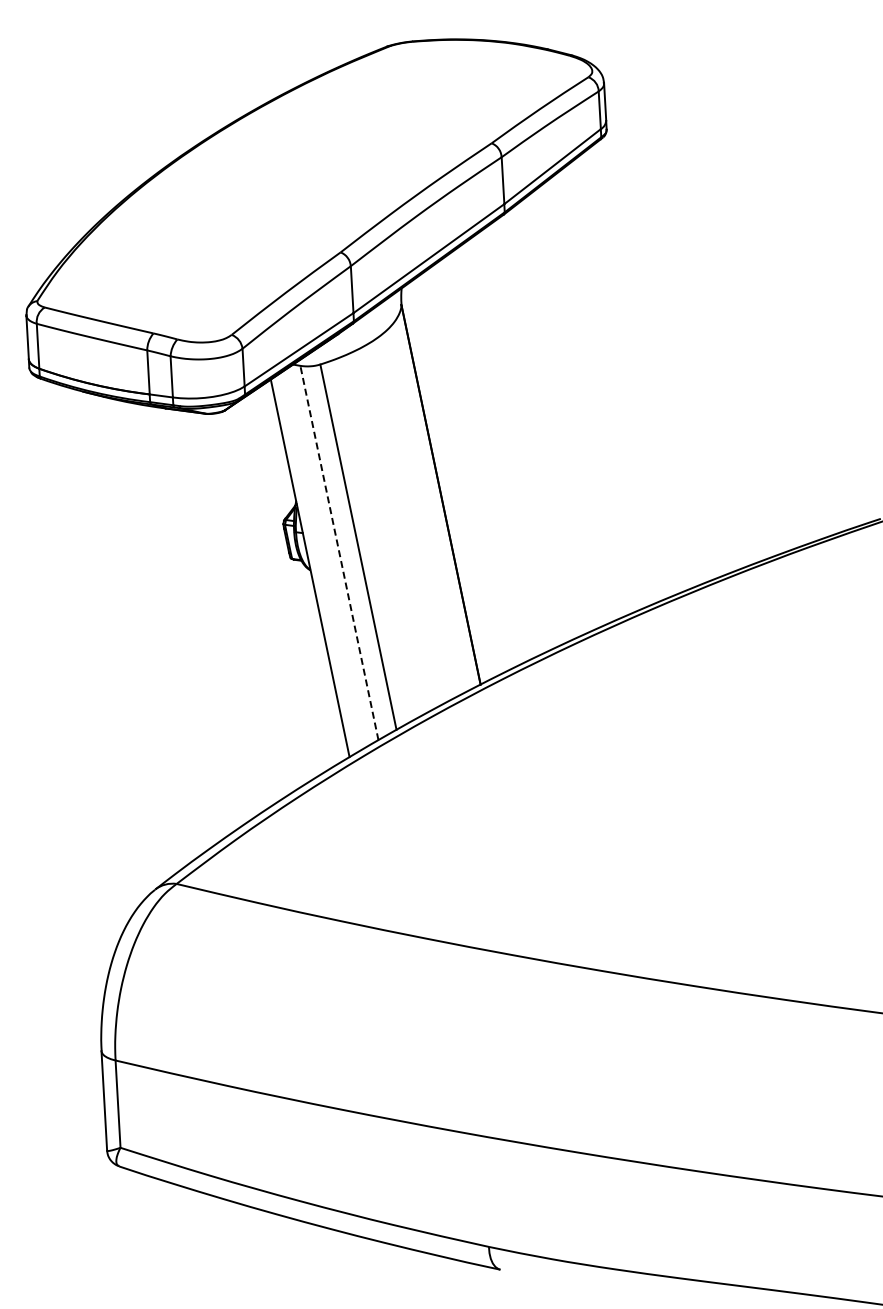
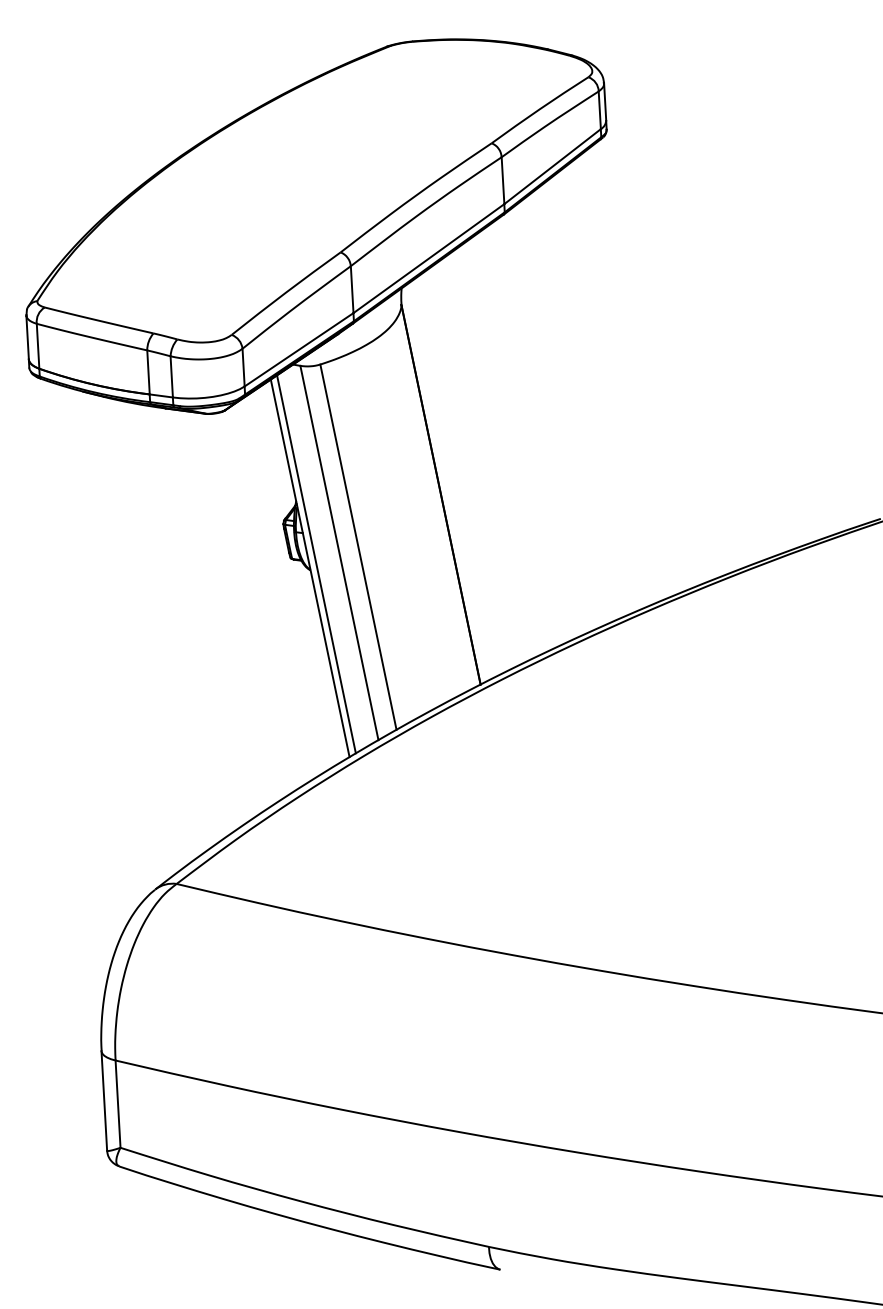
line at (339, 552): dashed -> solid
line at (316, 564): none -> present
